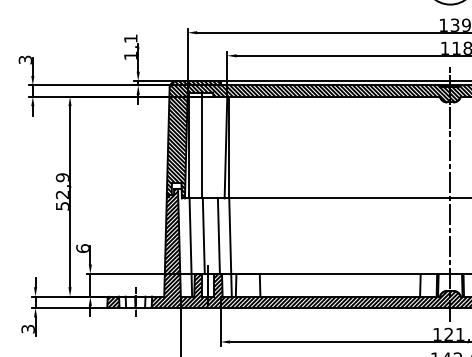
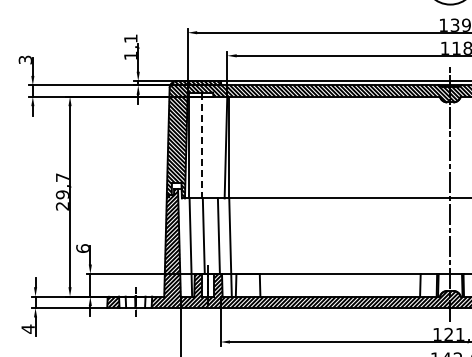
line at (202, 145): solid -> dashed
text at (61, 191): 52,9 -> 29,7
text at (27, 328): 3 -> 4
